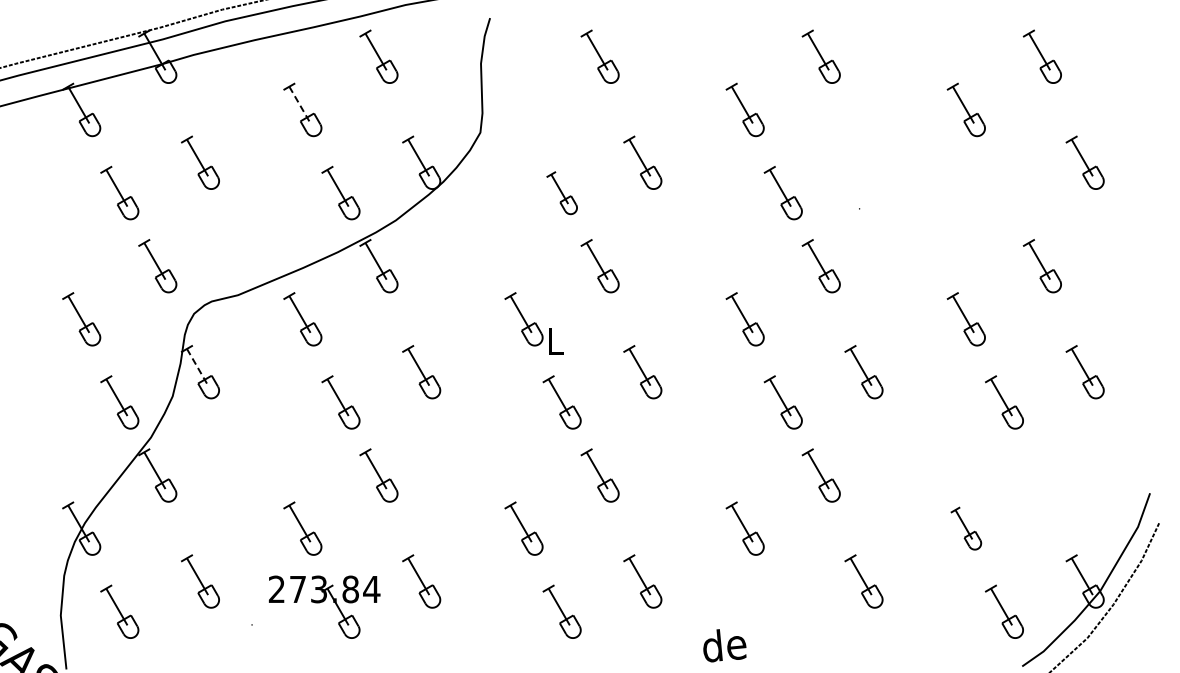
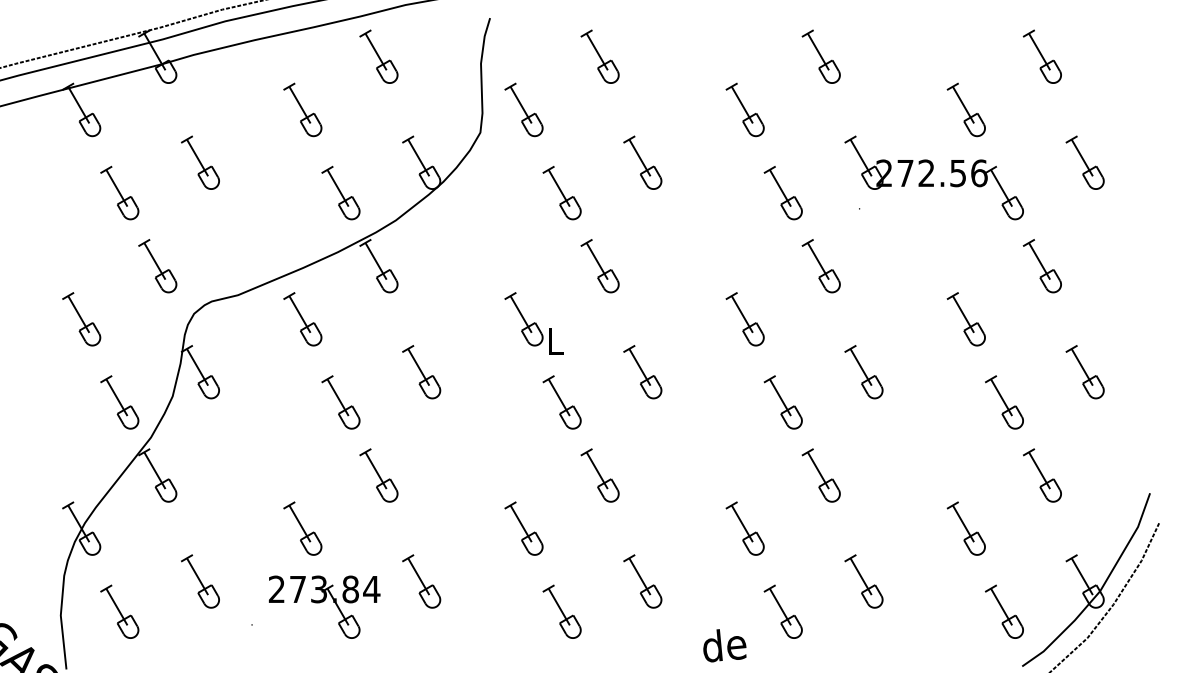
line at (300, 105): dashed -> solid
part at (523, 109): none -> present
part at (933, 177): none -> present
part at (561, 193) size: 32x45 px -> 40x55 px
line at (197, 367): dashed -> solid
part at (1042, 475): none -> present
part at (966, 528) size: 33x45 px -> 40x55 px
part at (782, 611): none -> present
